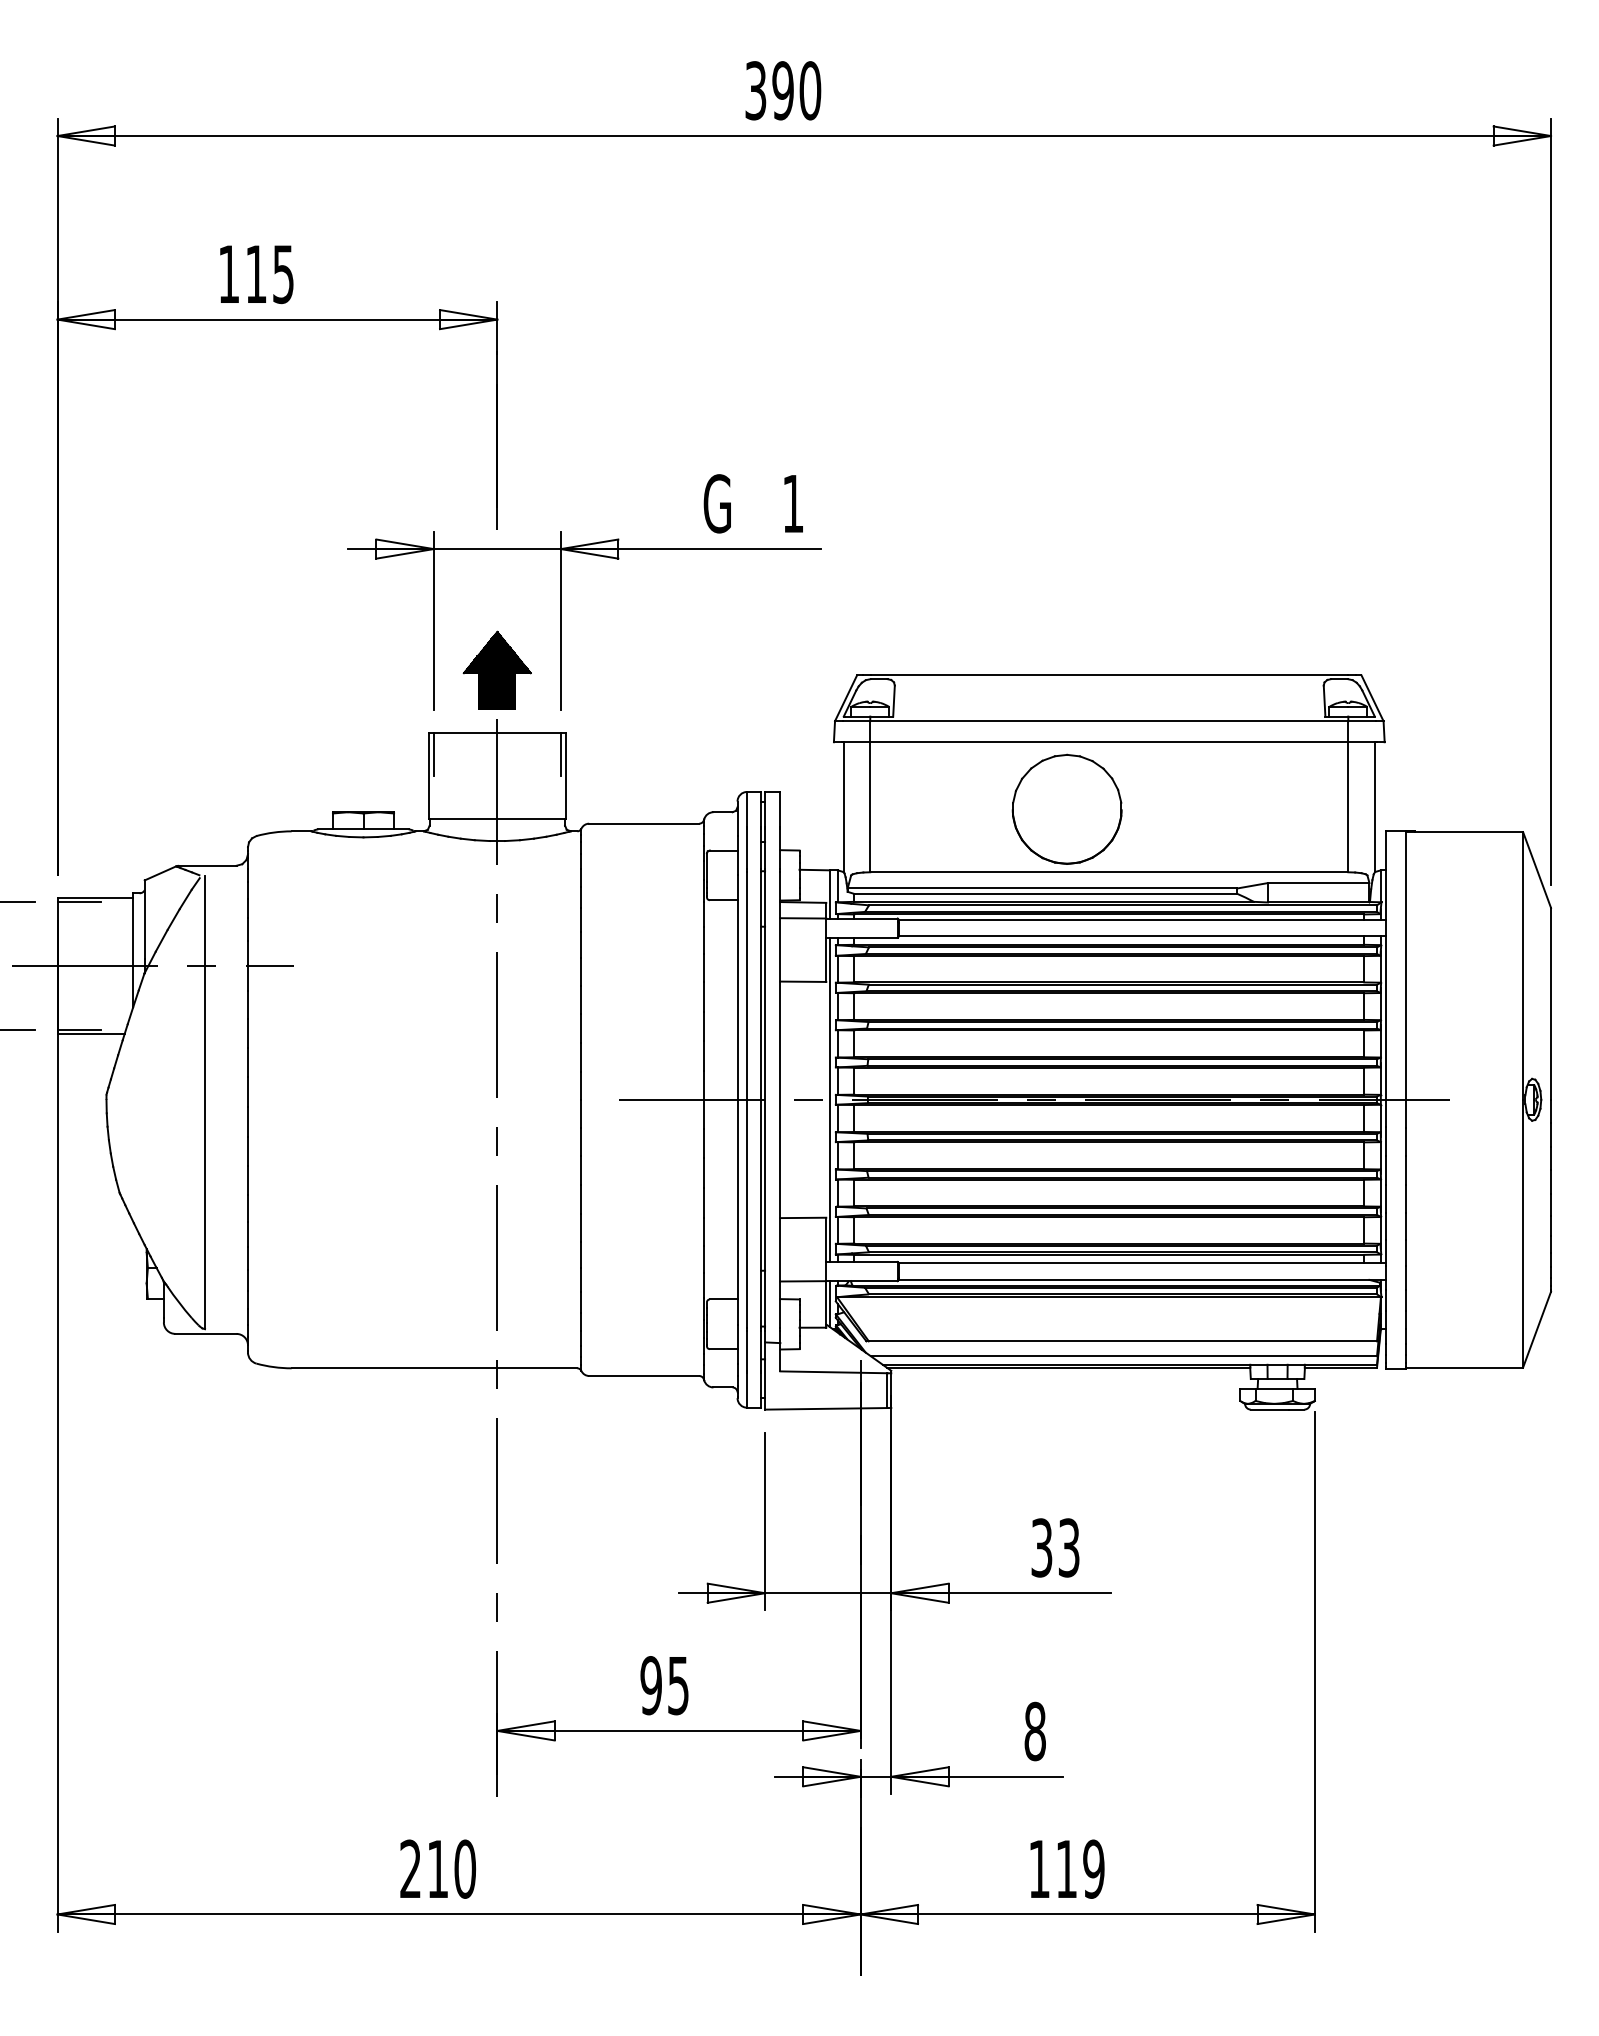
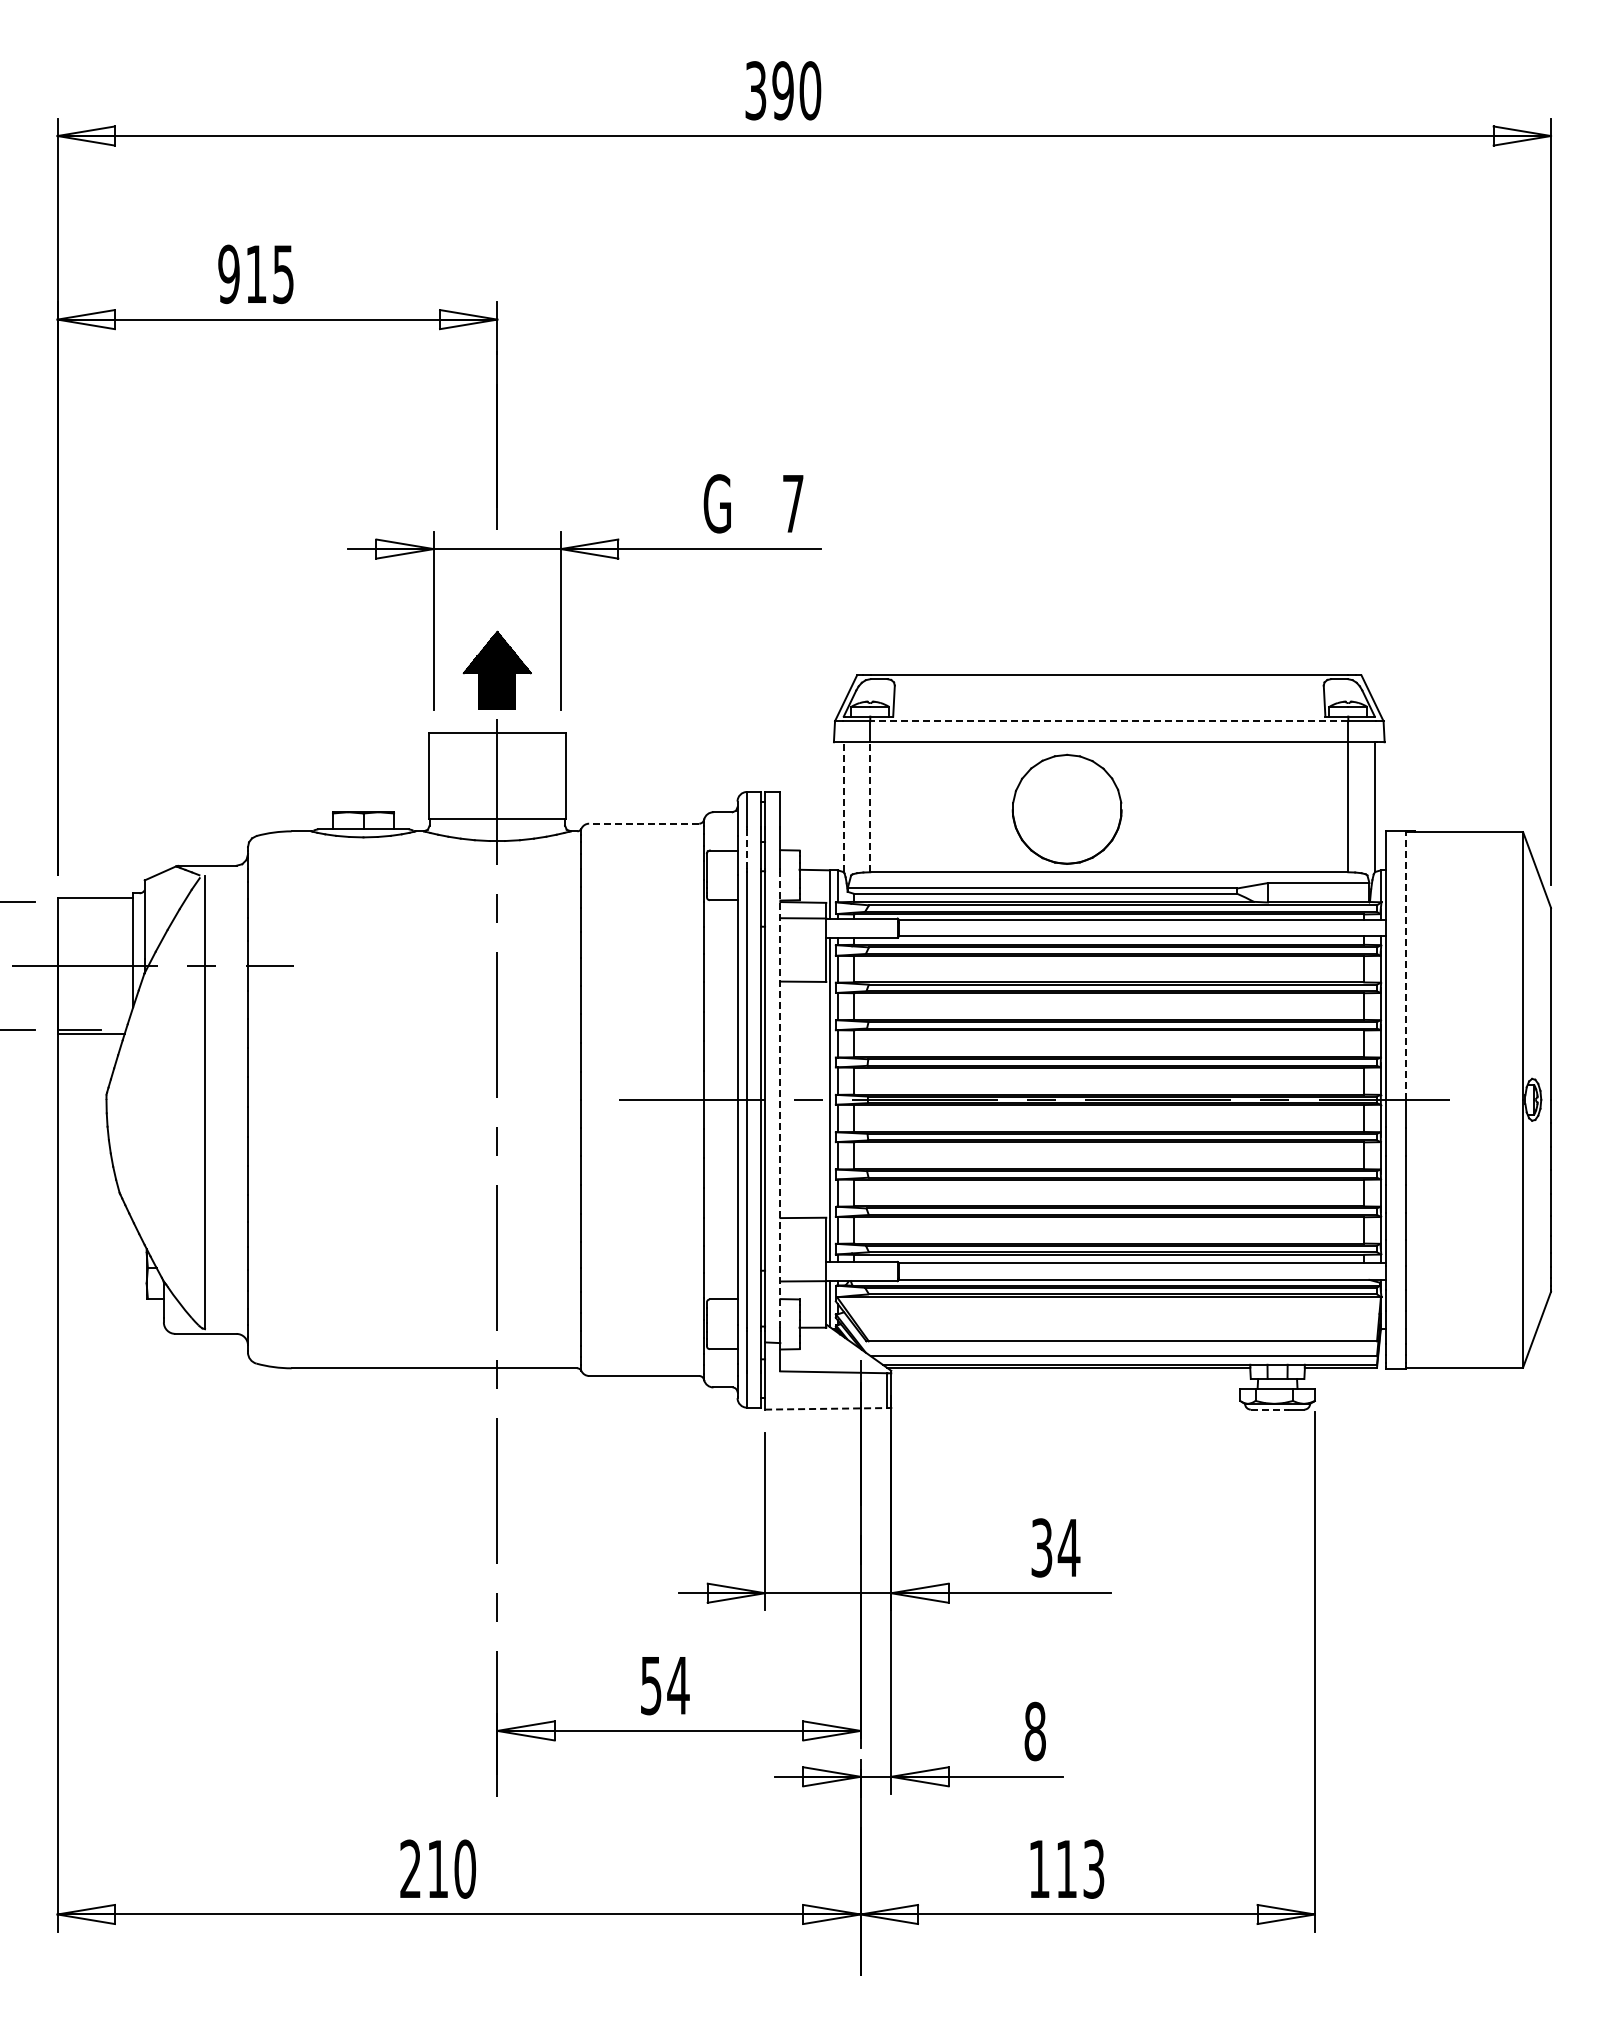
text at (228, 274): 115 -> 915
text at (793, 503): 1 -> 7
line at (1108, 721): solid -> dashed
line at (433, 753): present -> none
line at (560, 753): present -> none
line at (870, 806): solid -> dashed
line at (843, 807): solid -> dashed
line at (643, 823): solid -> dashed
line at (747, 849): solid -> dashed
line at (78, 902): present -> none
line at (1405, 965): solid -> dashed
line at (780, 1099): solid -> dashed
line at (826, 1408): solid -> dashed
line at (1269, 1409): solid -> dashed
text at (1068, 1547): 33 -> 34
text at (664, 1685): 95 -> 54
text at (1093, 1868): 119 -> 113
